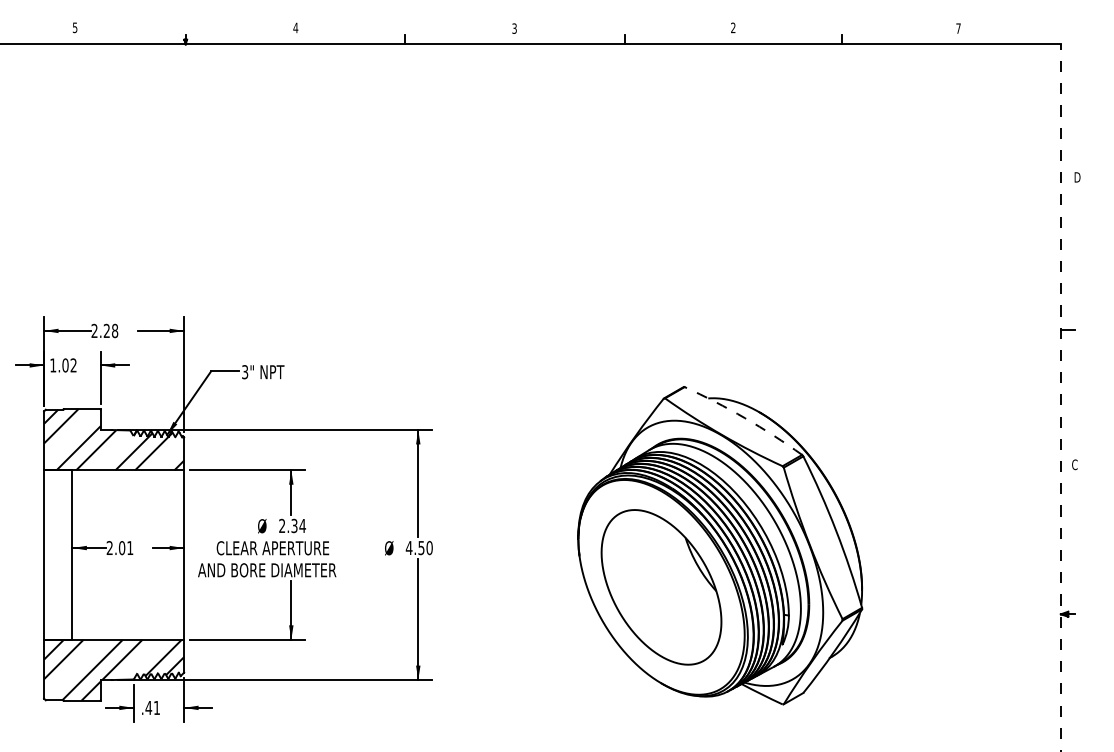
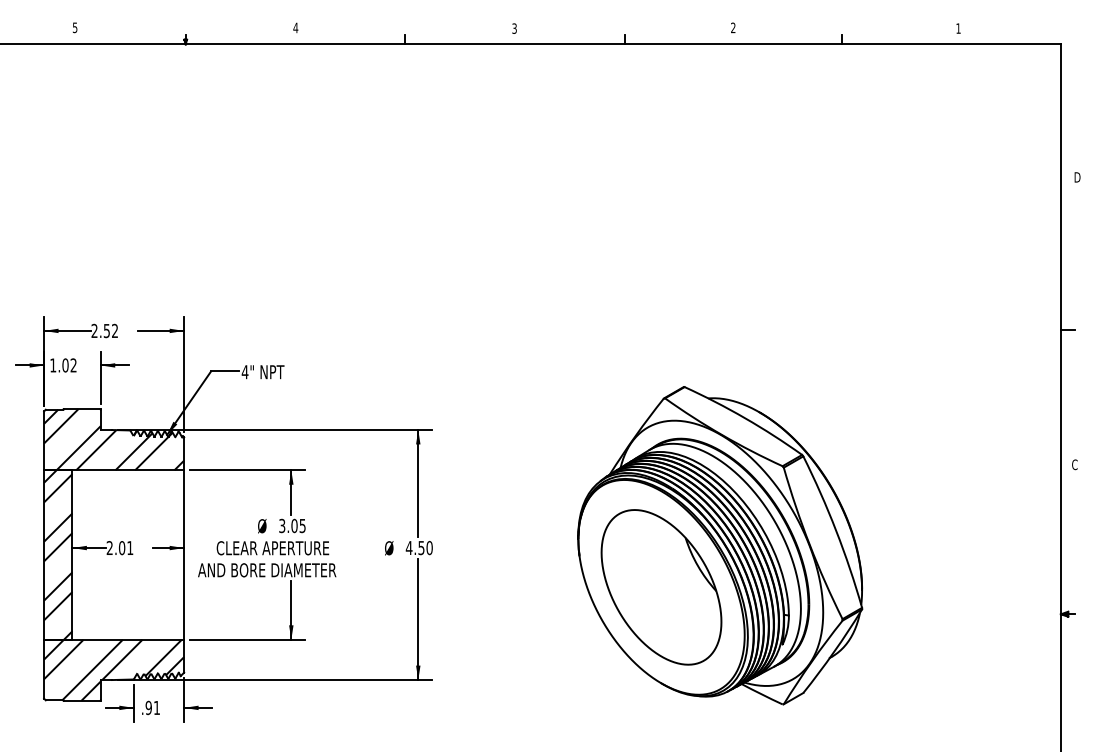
text at (958, 28): 7 -> 1
text at (110, 330): 2.28 -> 2.52
text at (244, 372): 3" -> 4"
line at (1060, 398): dashed -> solid
arc at (745, 418): dashed -> solid
text at (292, 525): 2.34 -> 3.05
hatch at (58, 554): none -> present
text at (148, 707): .41 -> .91
